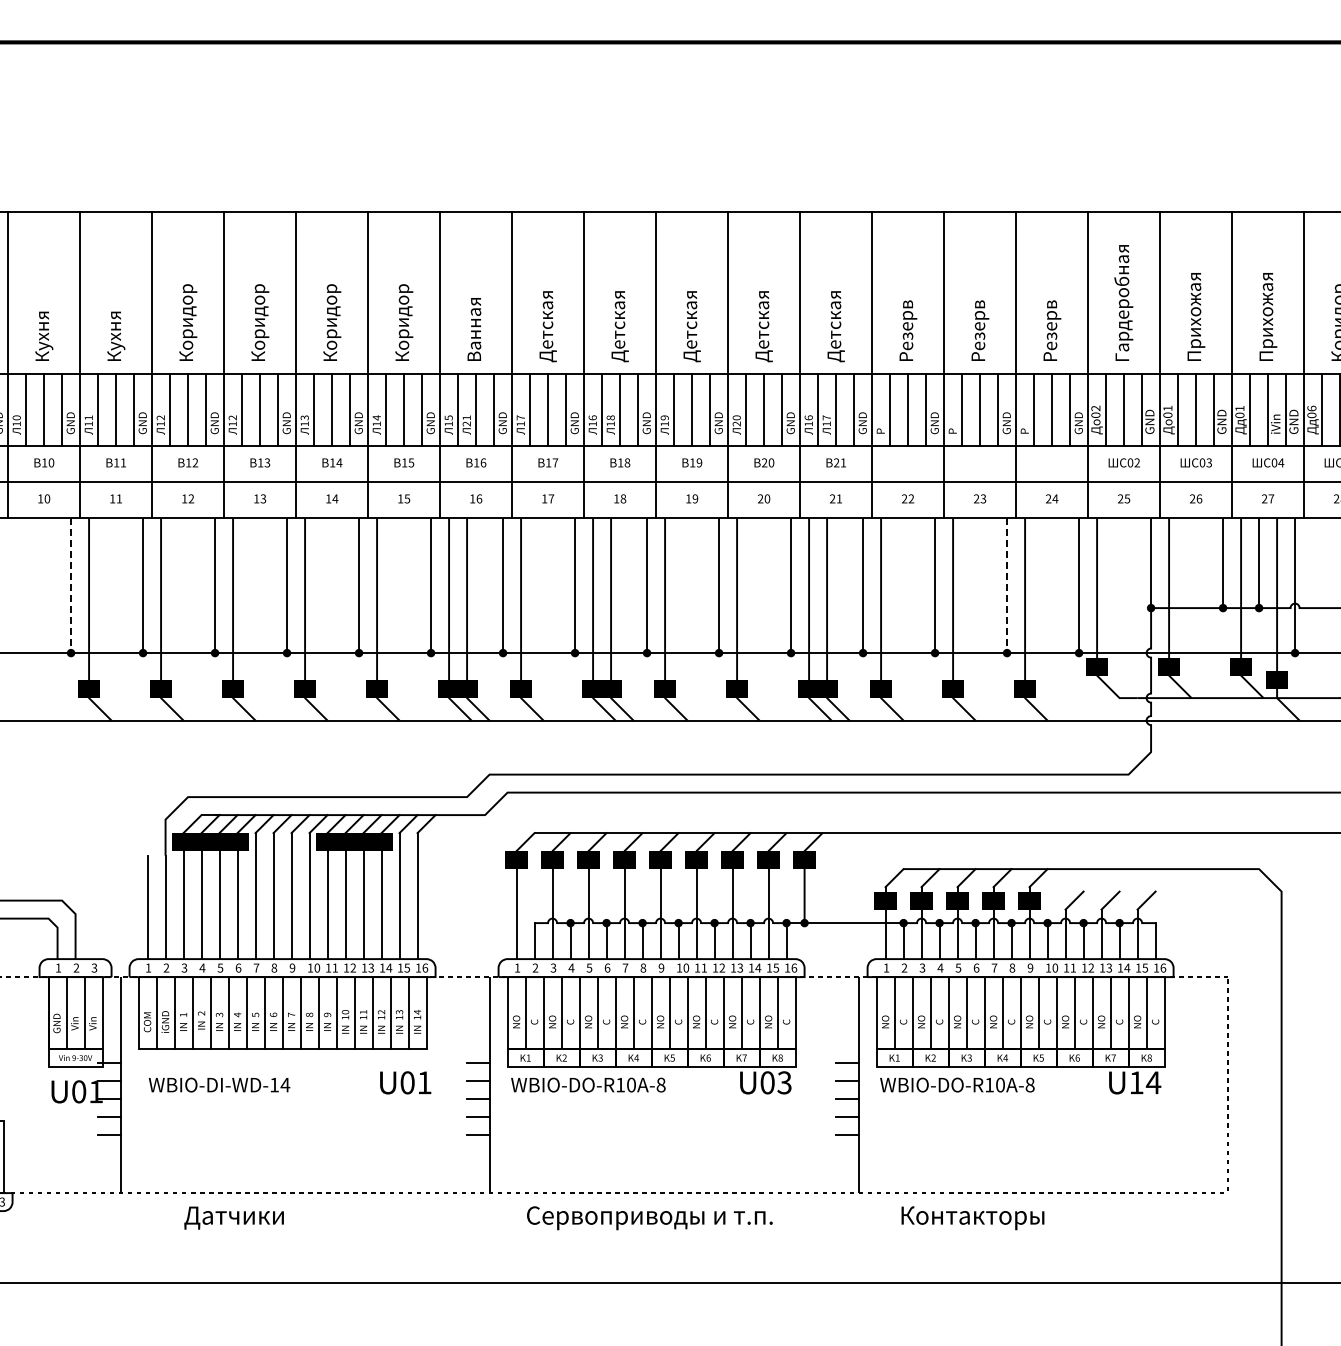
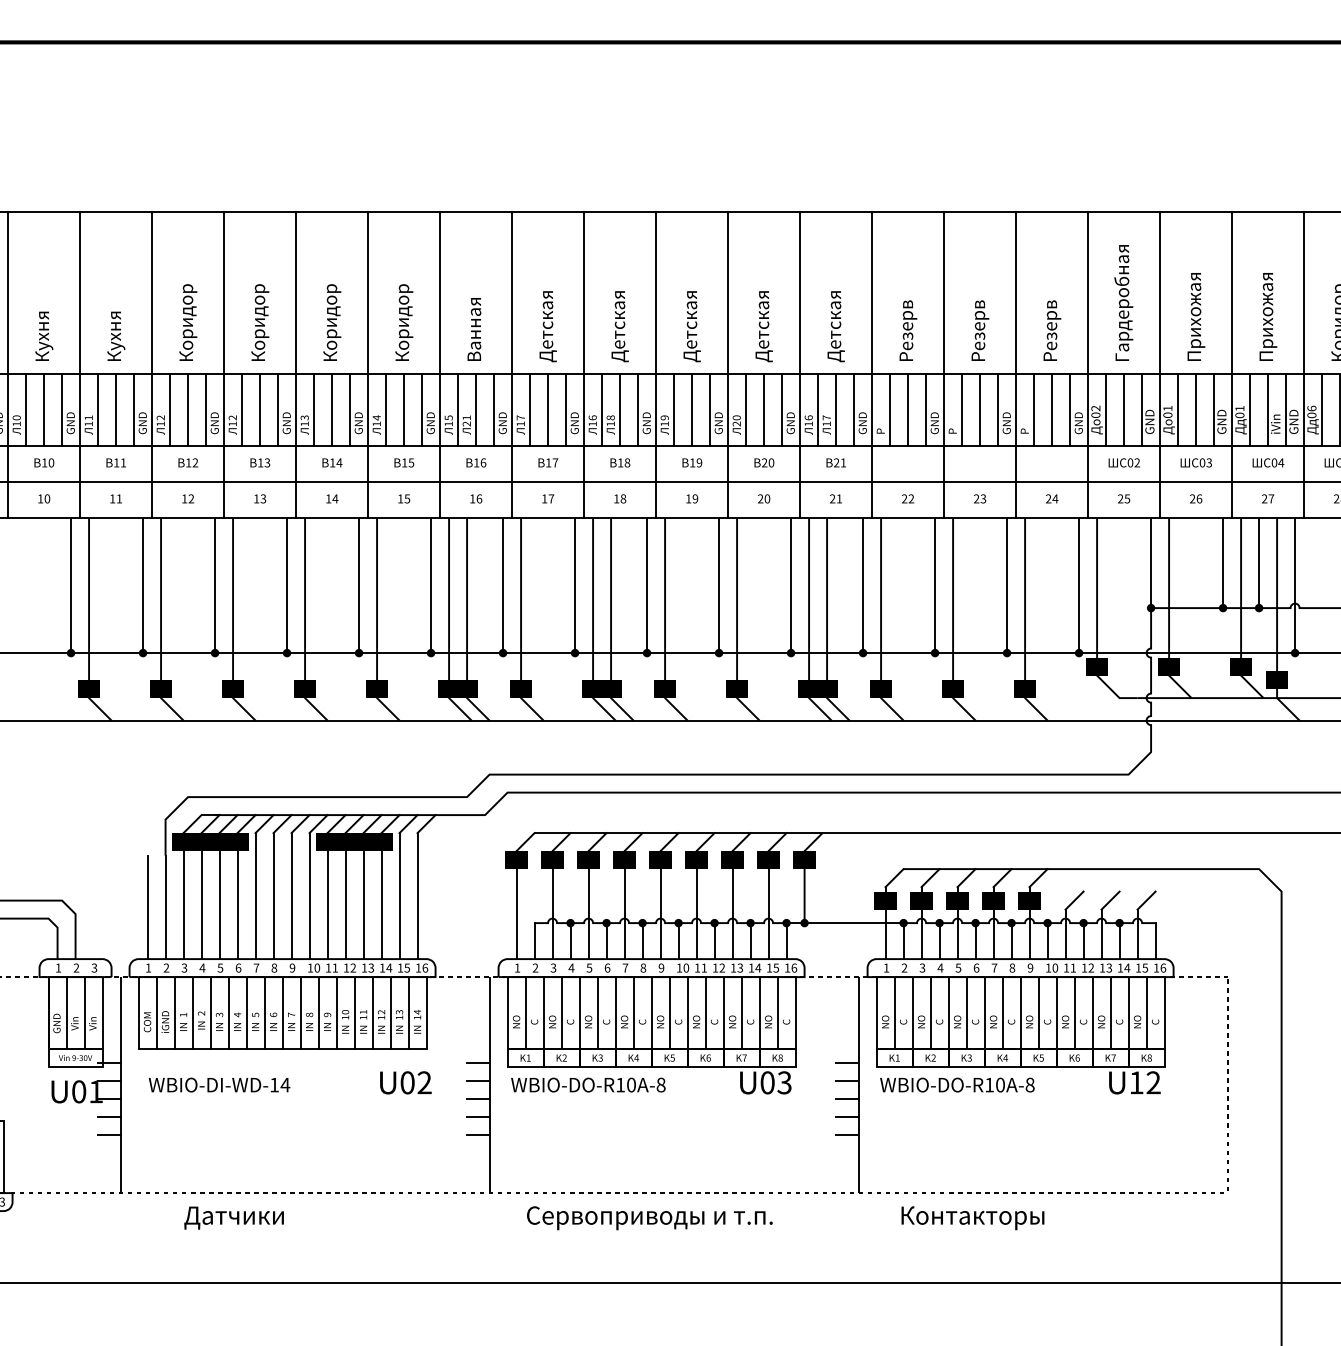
line at (71, 585): dashed -> solid
line at (1007, 585): dashed -> solid
text at (424, 1082): U01 -> U02
text at (1153, 1082): U14 -> U12
